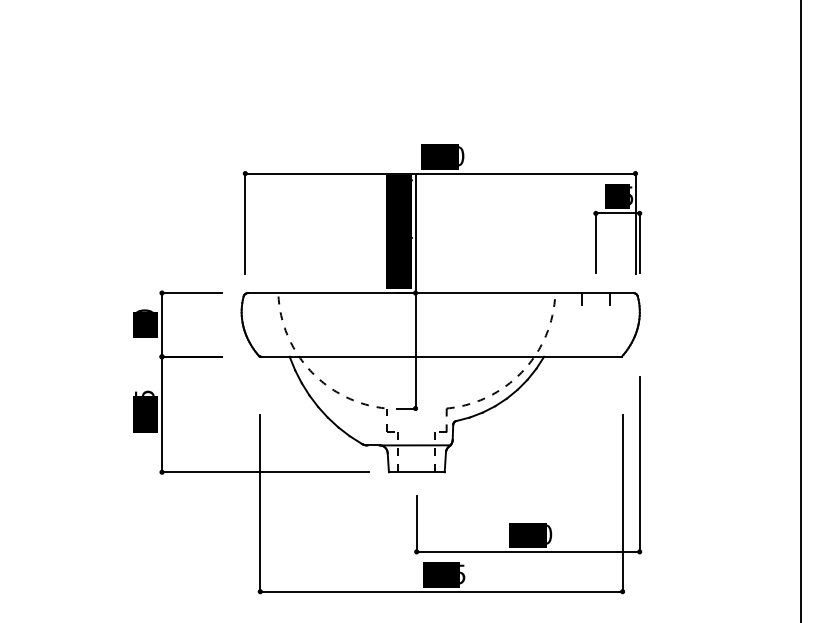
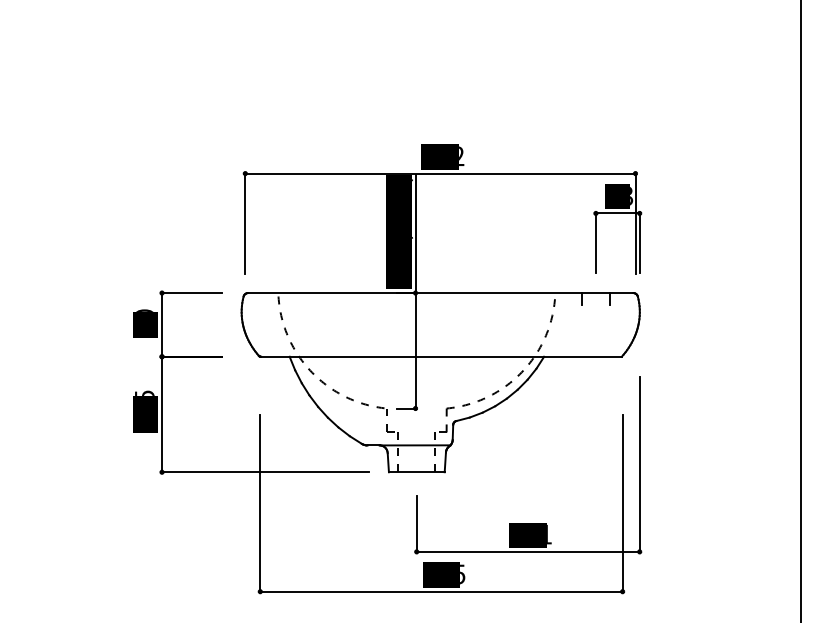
text at (461, 156): 490 -> 302
text at (631, 195): 55 -> 73
text at (549, 534): 280 -> 201
